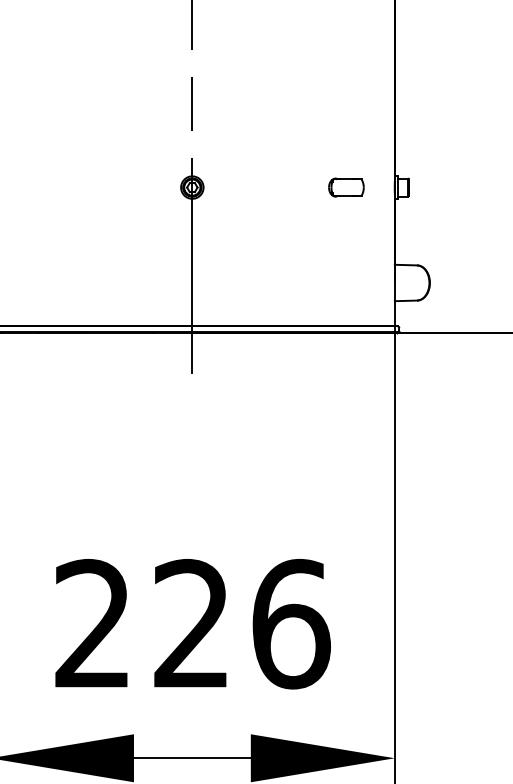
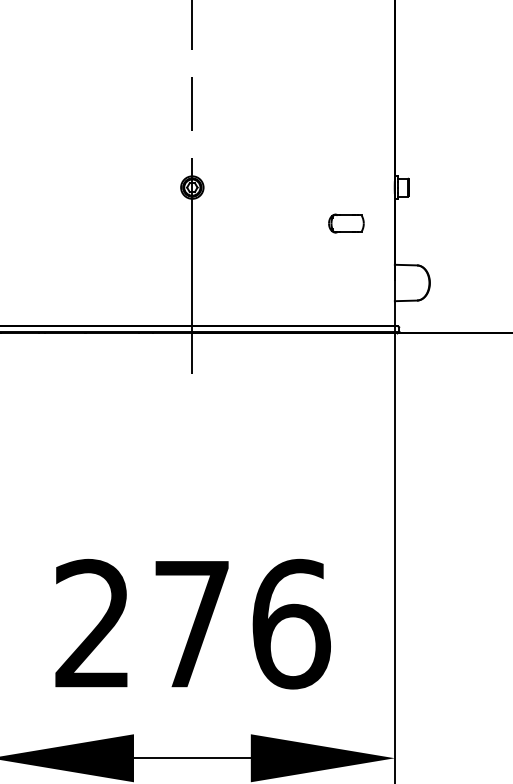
part at (346, 187) position: (346, 187) -> (346, 223)
text at (191, 622): 226 -> 276
